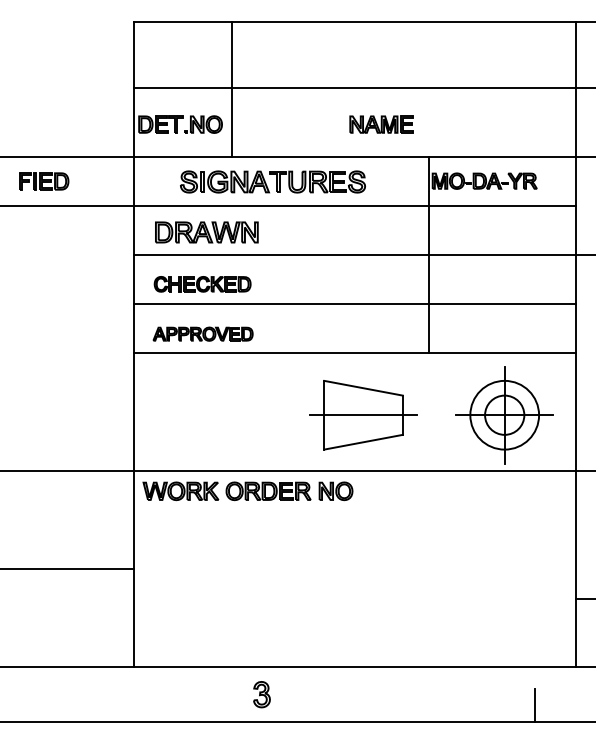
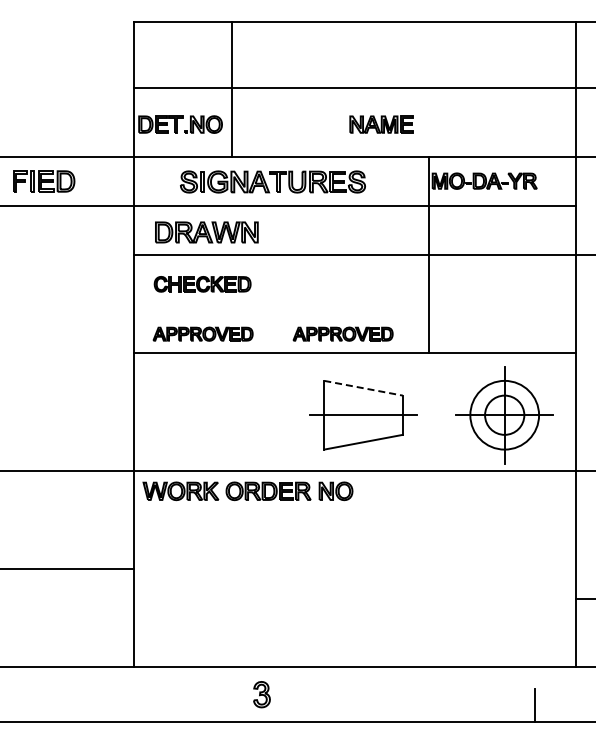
part at (44, 181) size: 51x19 px -> 63x23 px
line at (354, 304): present -> none
part at (342, 333): none -> present
line at (363, 388): solid -> dashed
